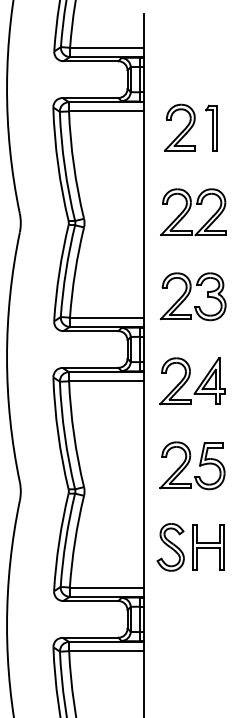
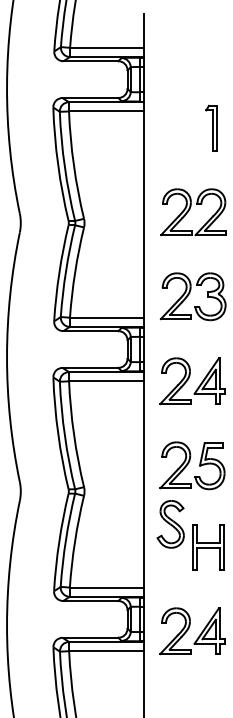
part at (179, 127): present -> none
part at (170, 547) position: (170, 547) -> (170, 524)
part at (192, 631): none -> present
